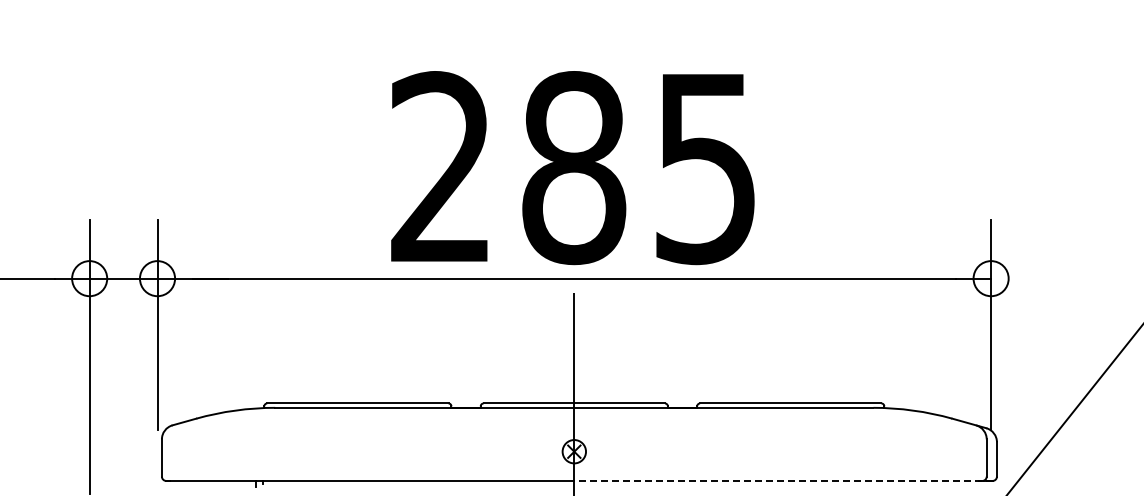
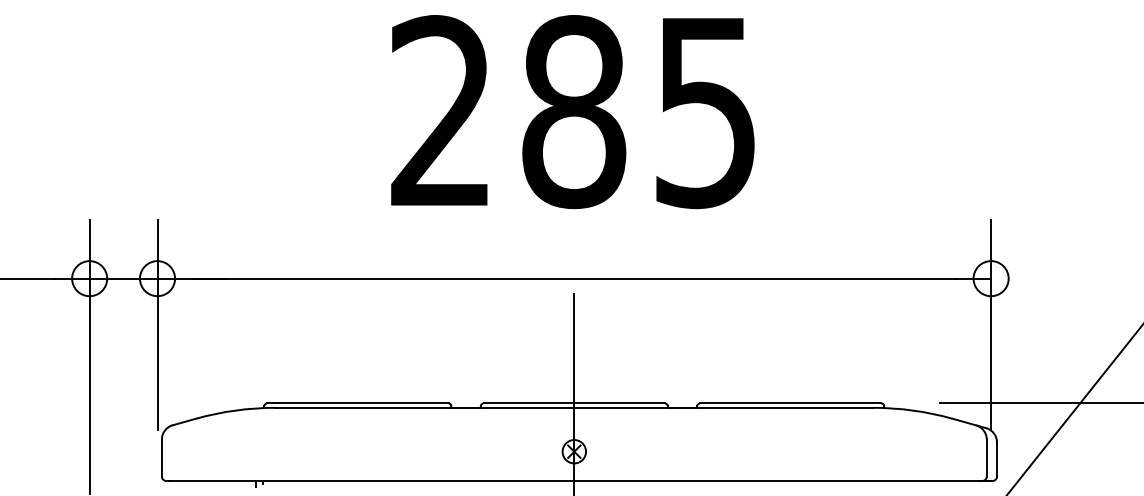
text at (572, 168) position: (572, 168) -> (572, 112)
line at (1039, 403): none -> present
line at (782, 480): dashed -> solid
